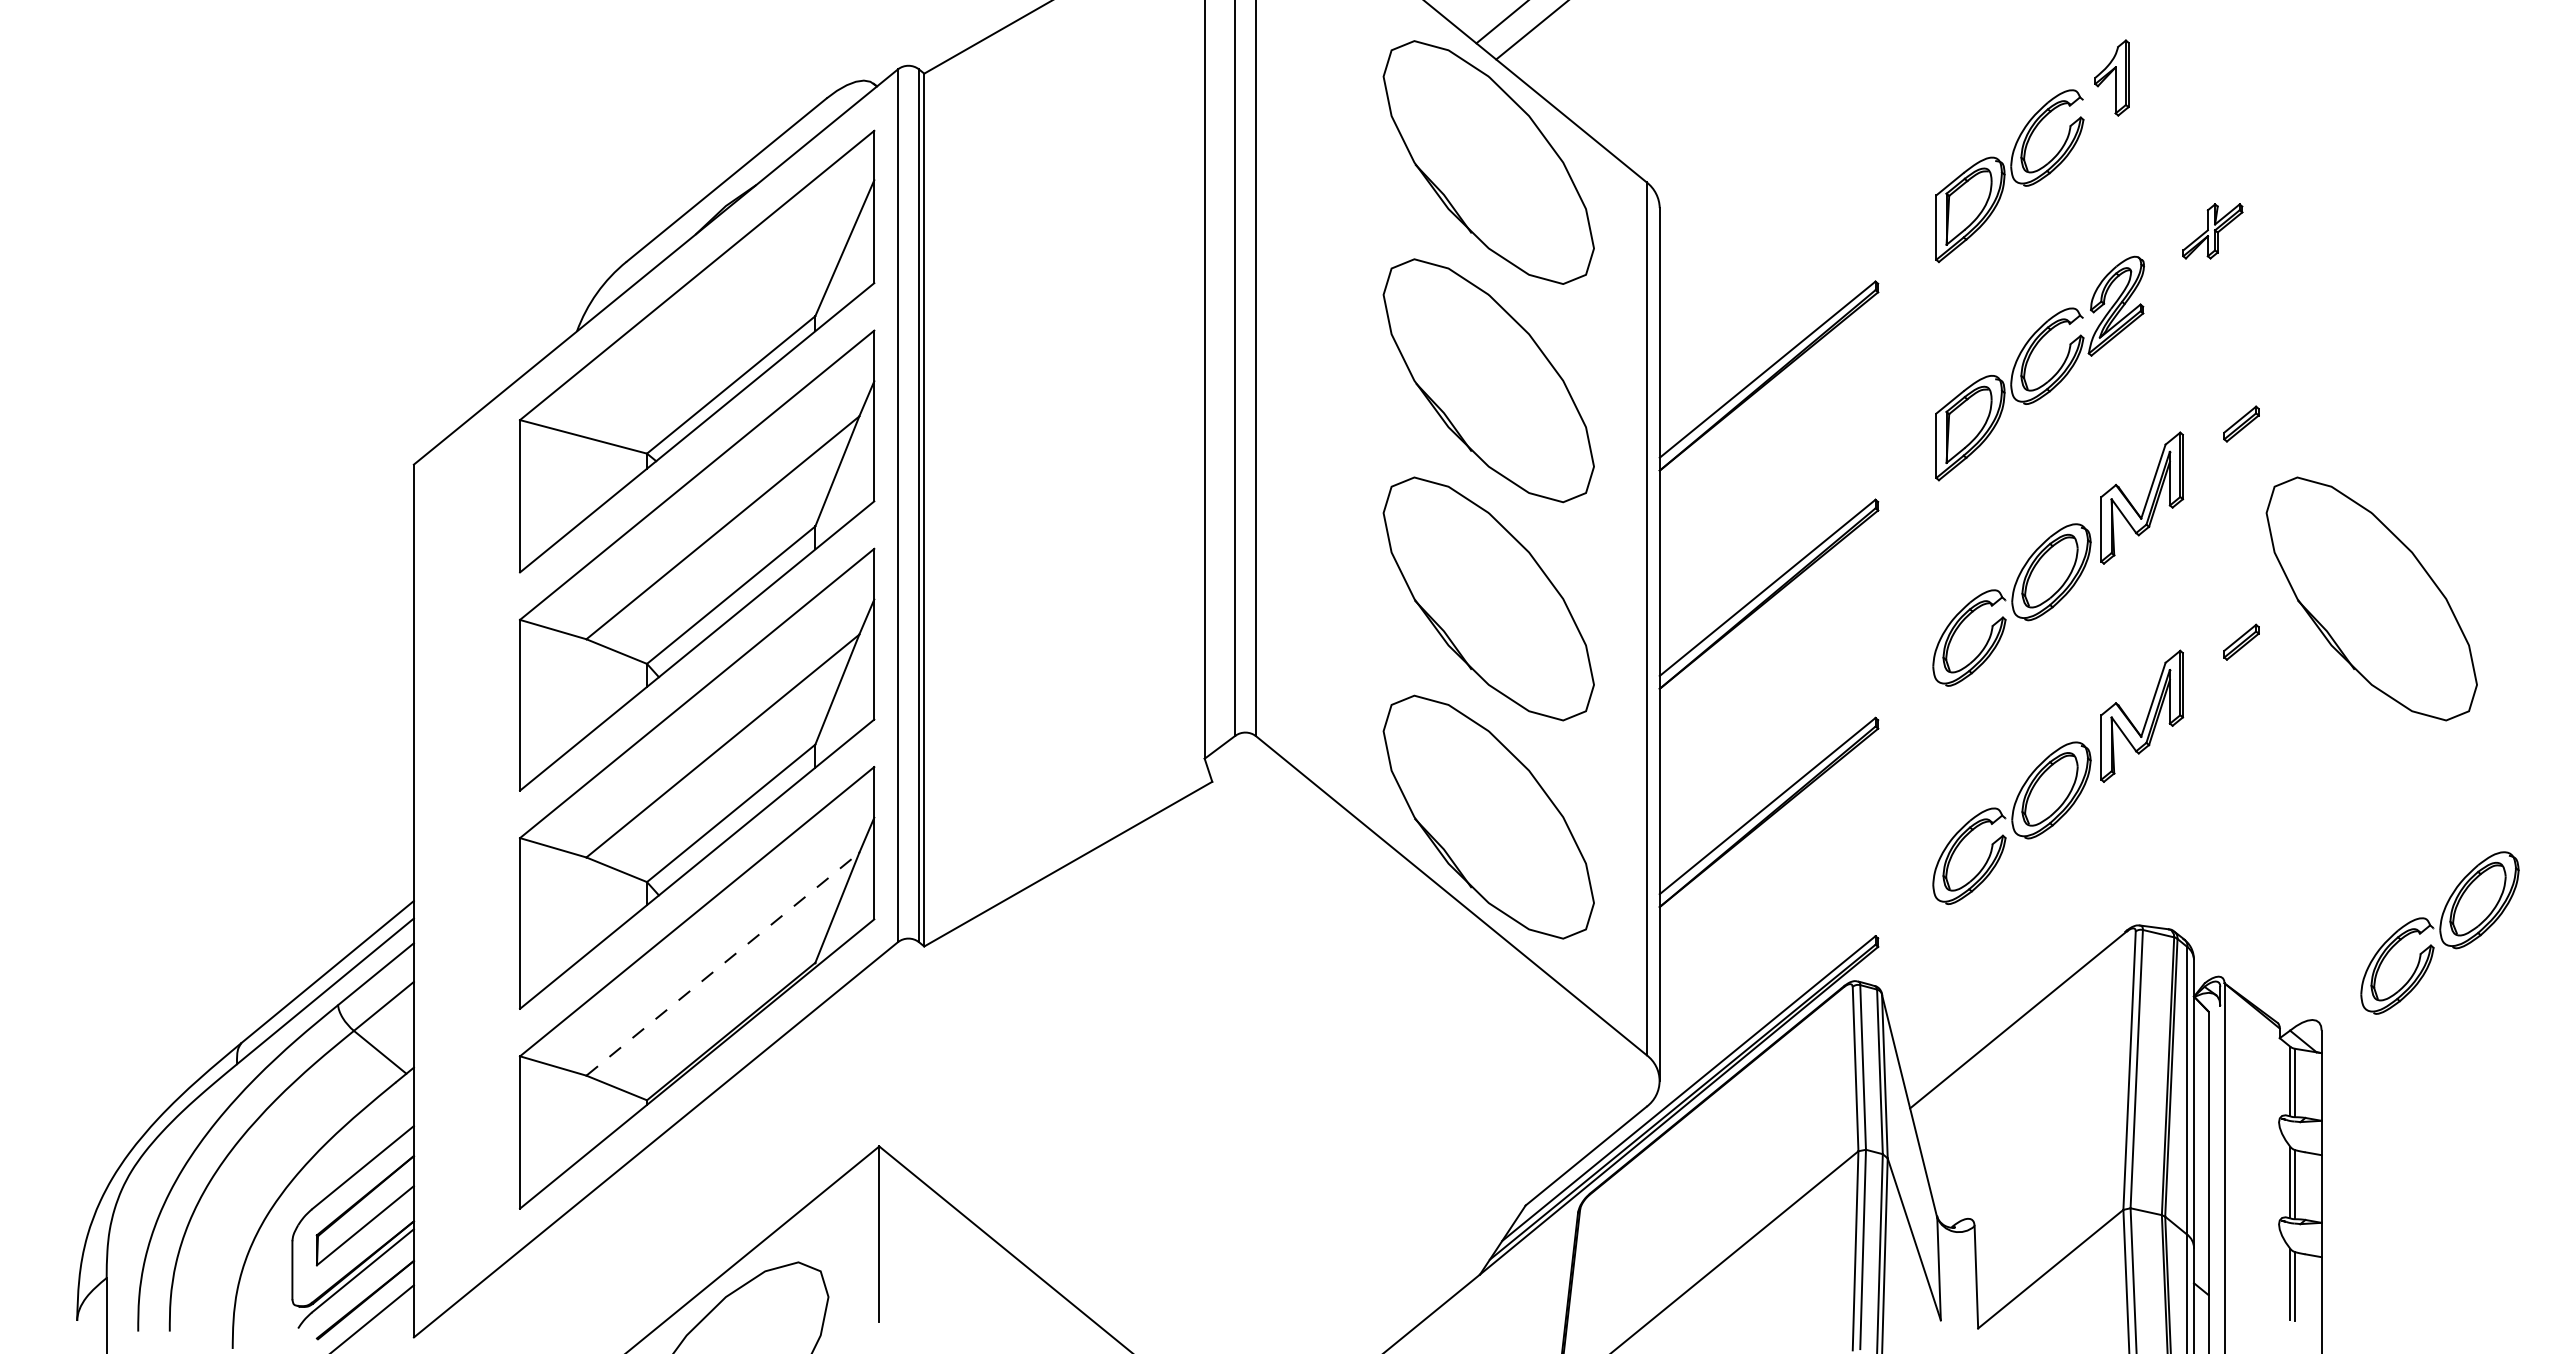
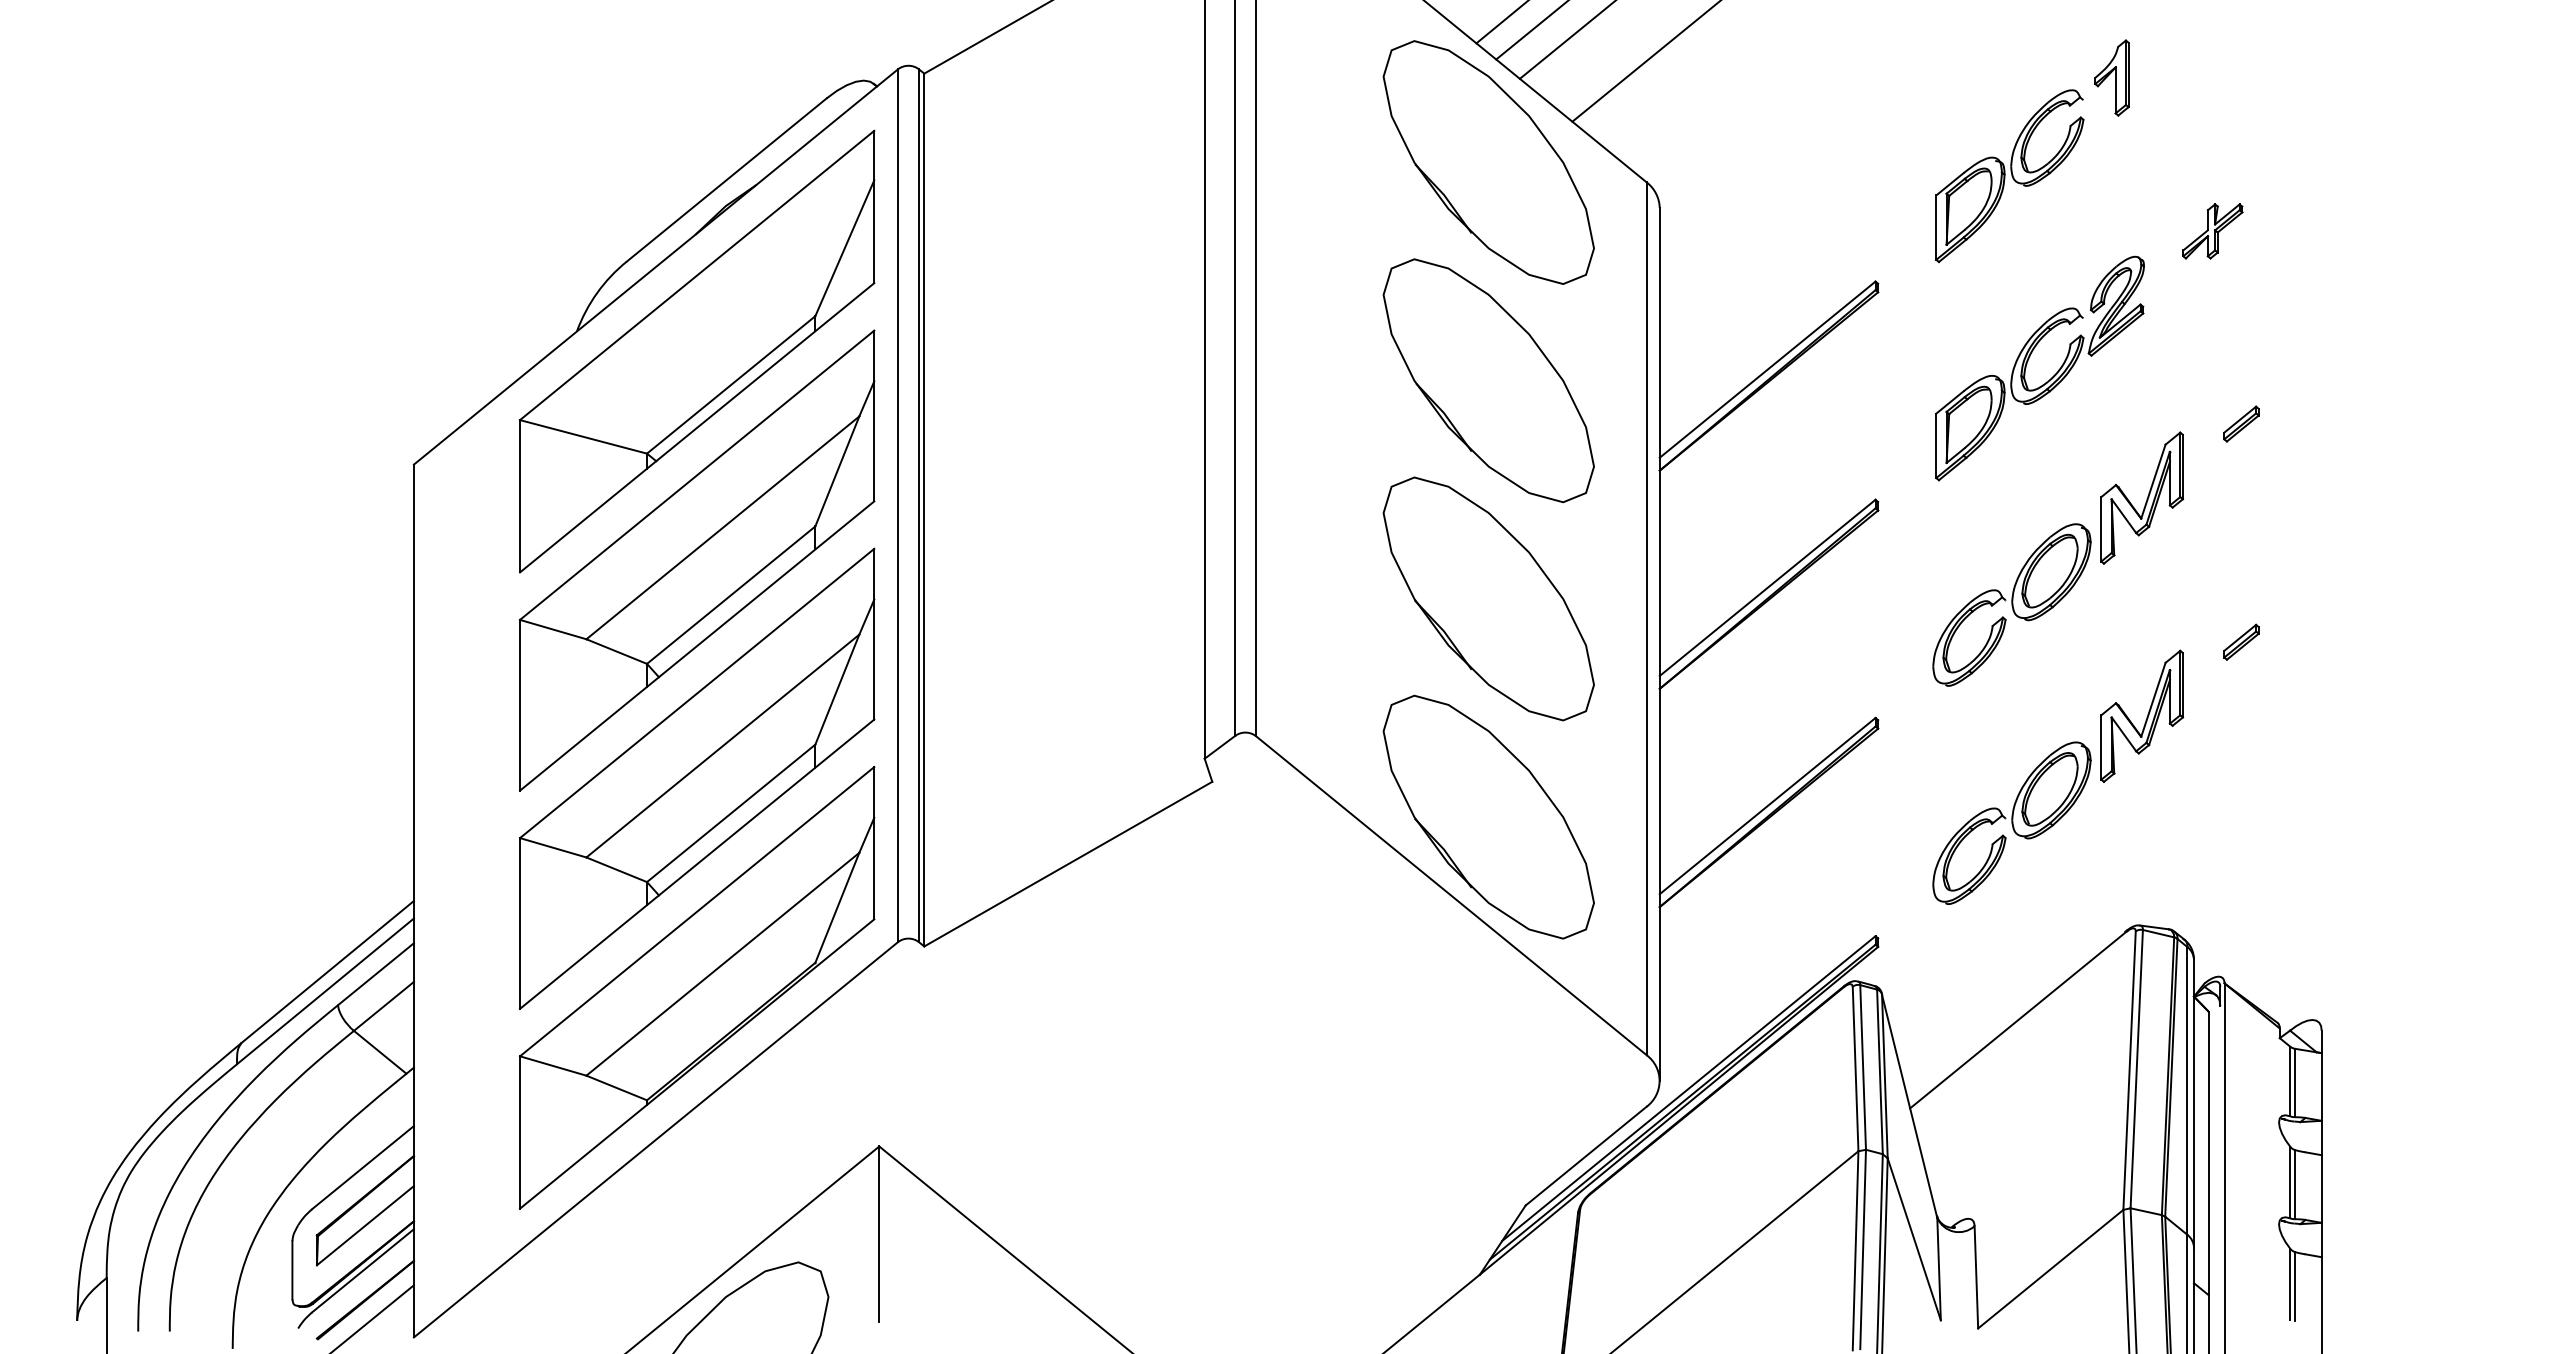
line at (1566, 40): none -> present
line at (1645, 61): none -> present
part at (2371, 598): present -> none
part at (2439, 932): present -> none
line at (723, 963): dashed -> solid
